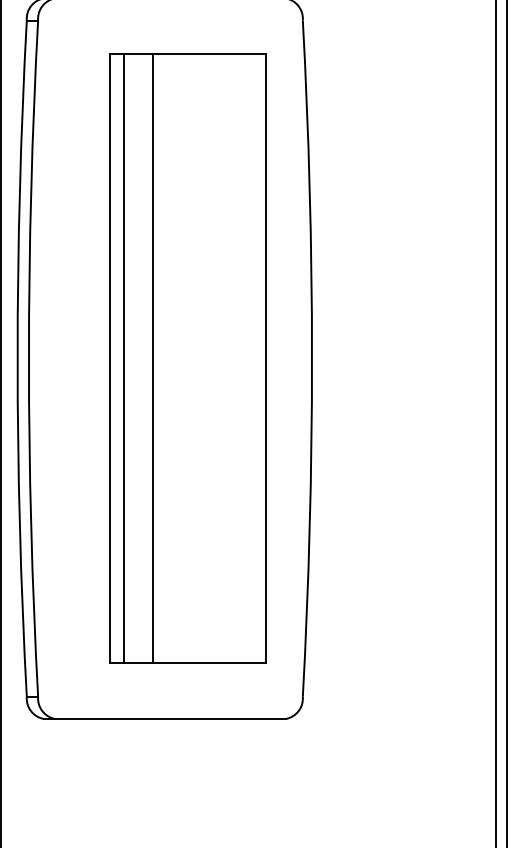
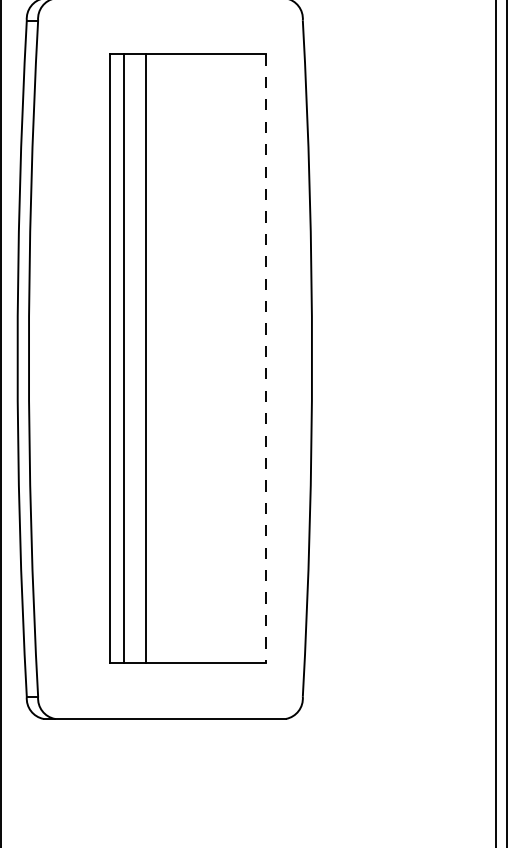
line at (152, 358) position: (152, 358) -> (145, 358)
line at (265, 359): solid -> dashed
